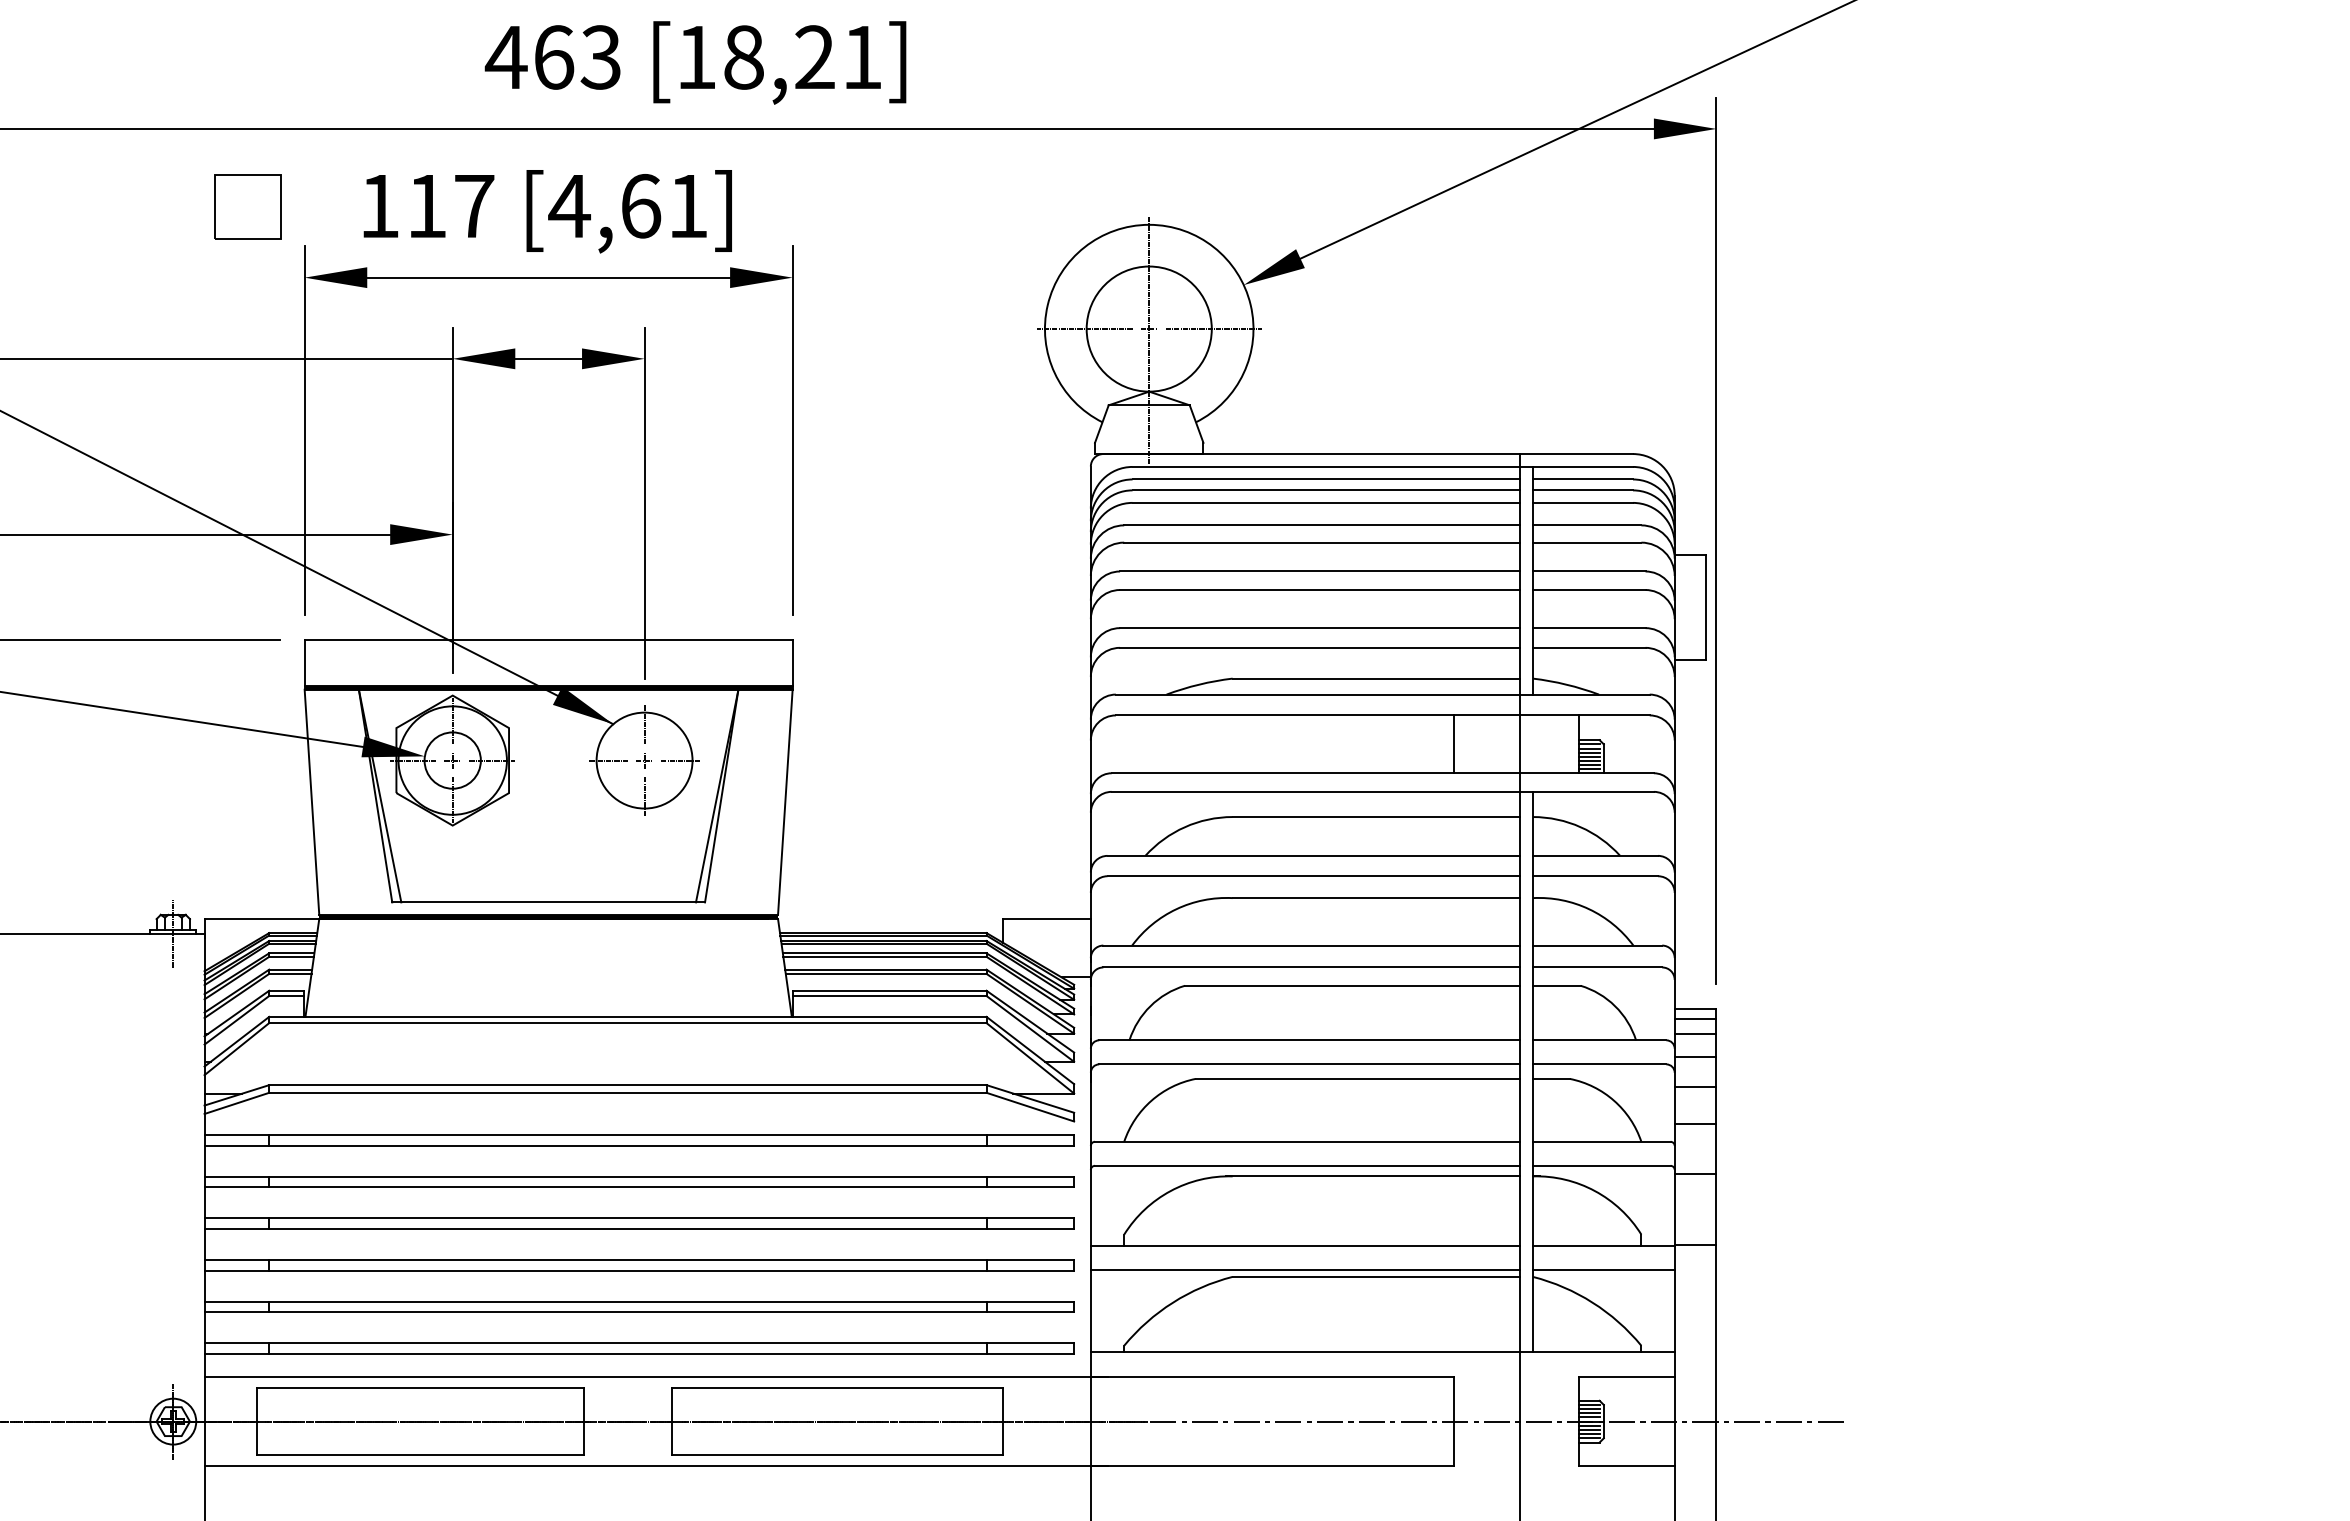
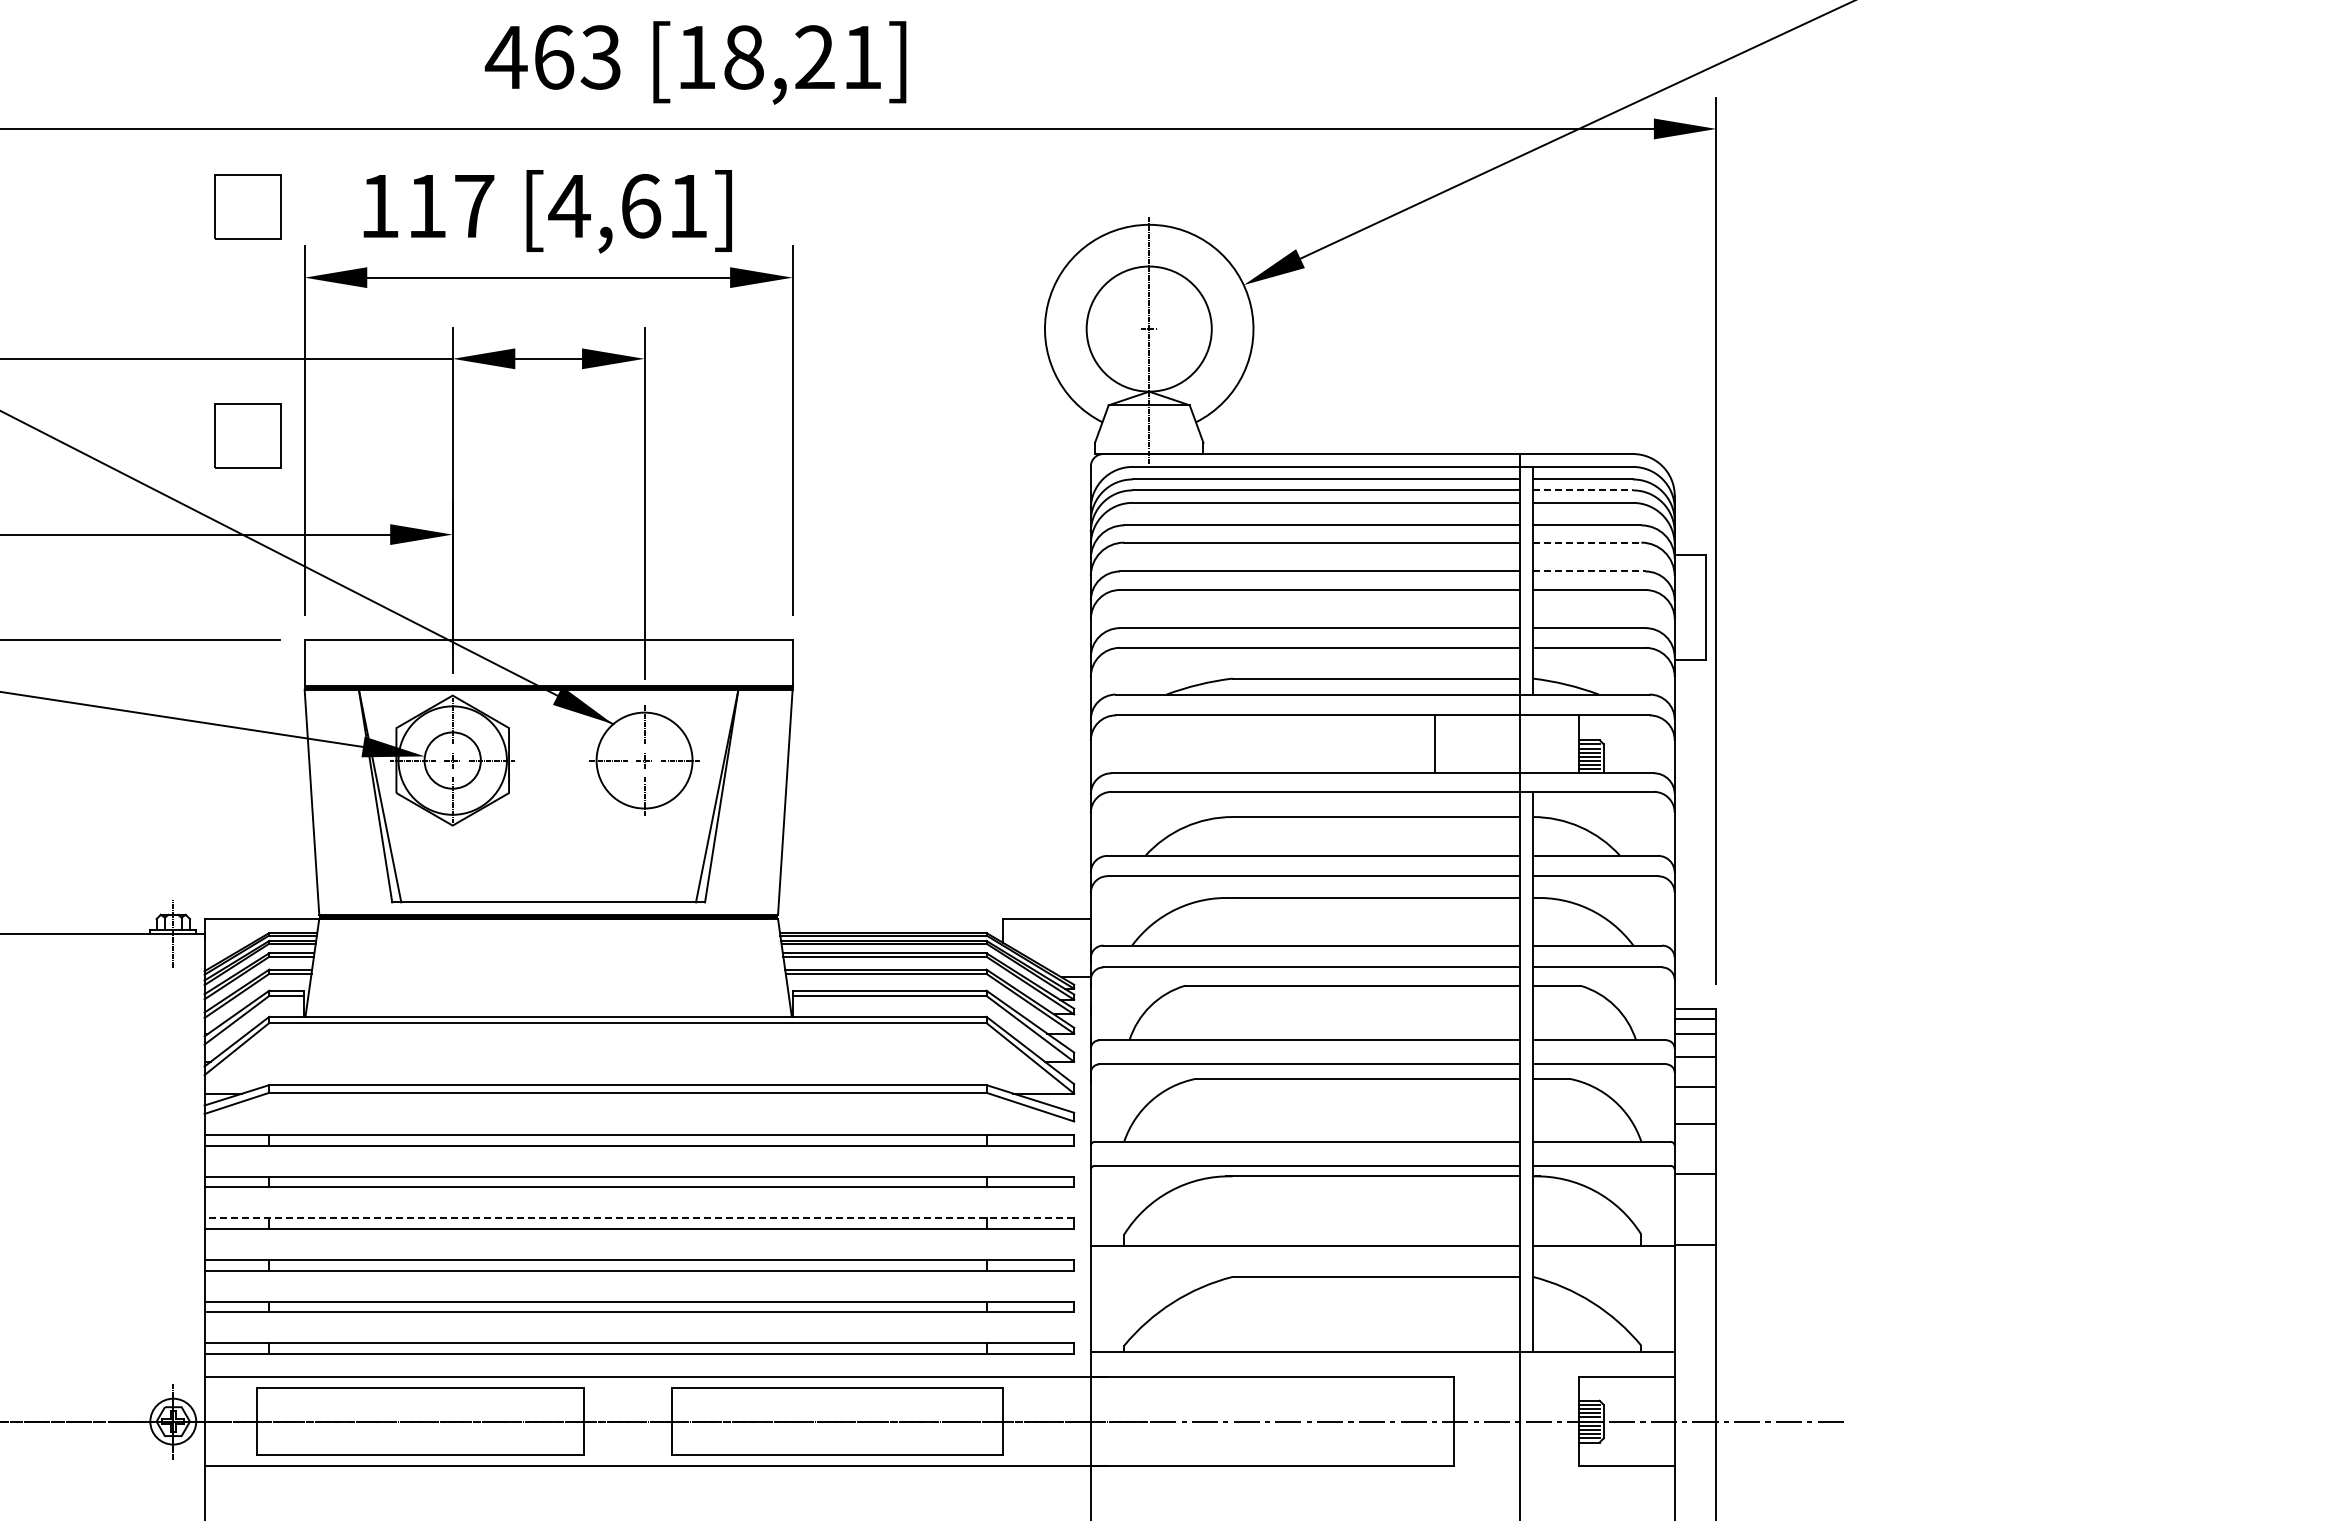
line at (1084, 329): present -> none
line at (1213, 329): present -> none
part at (247, 435): none -> present
line at (1583, 490): solid -> dashed
line at (1587, 542): solid -> dashed
line at (1589, 571): solid -> dashed
line at (1453, 744) position: (1453, 744) -> (1434, 744)
line at (639, 1218): solid -> dashed
line at (1305, 1270): present -> none
line at (1603, 1270): present -> none
